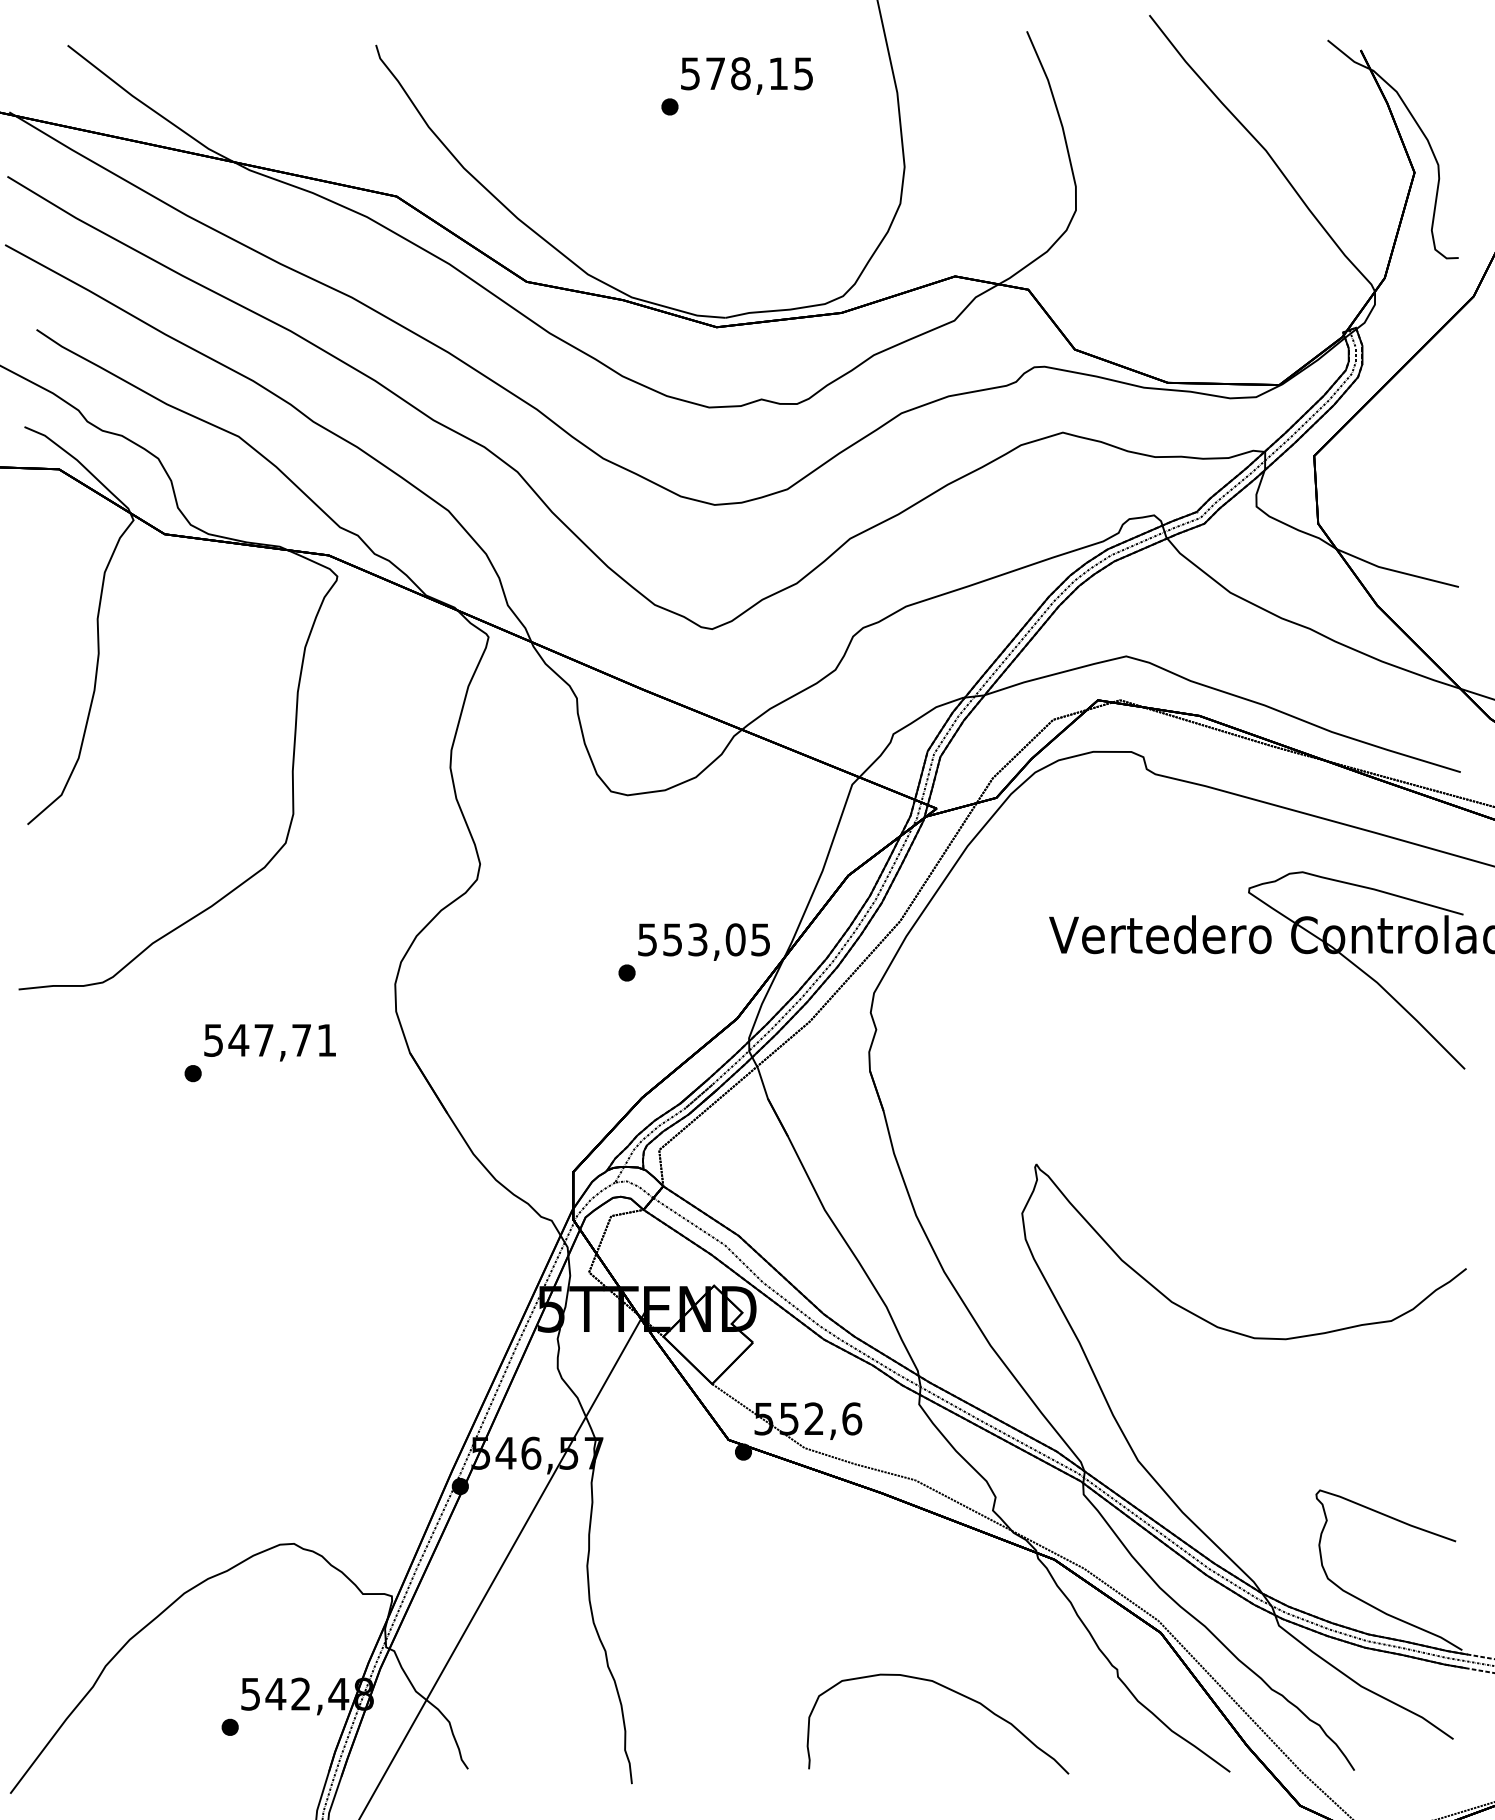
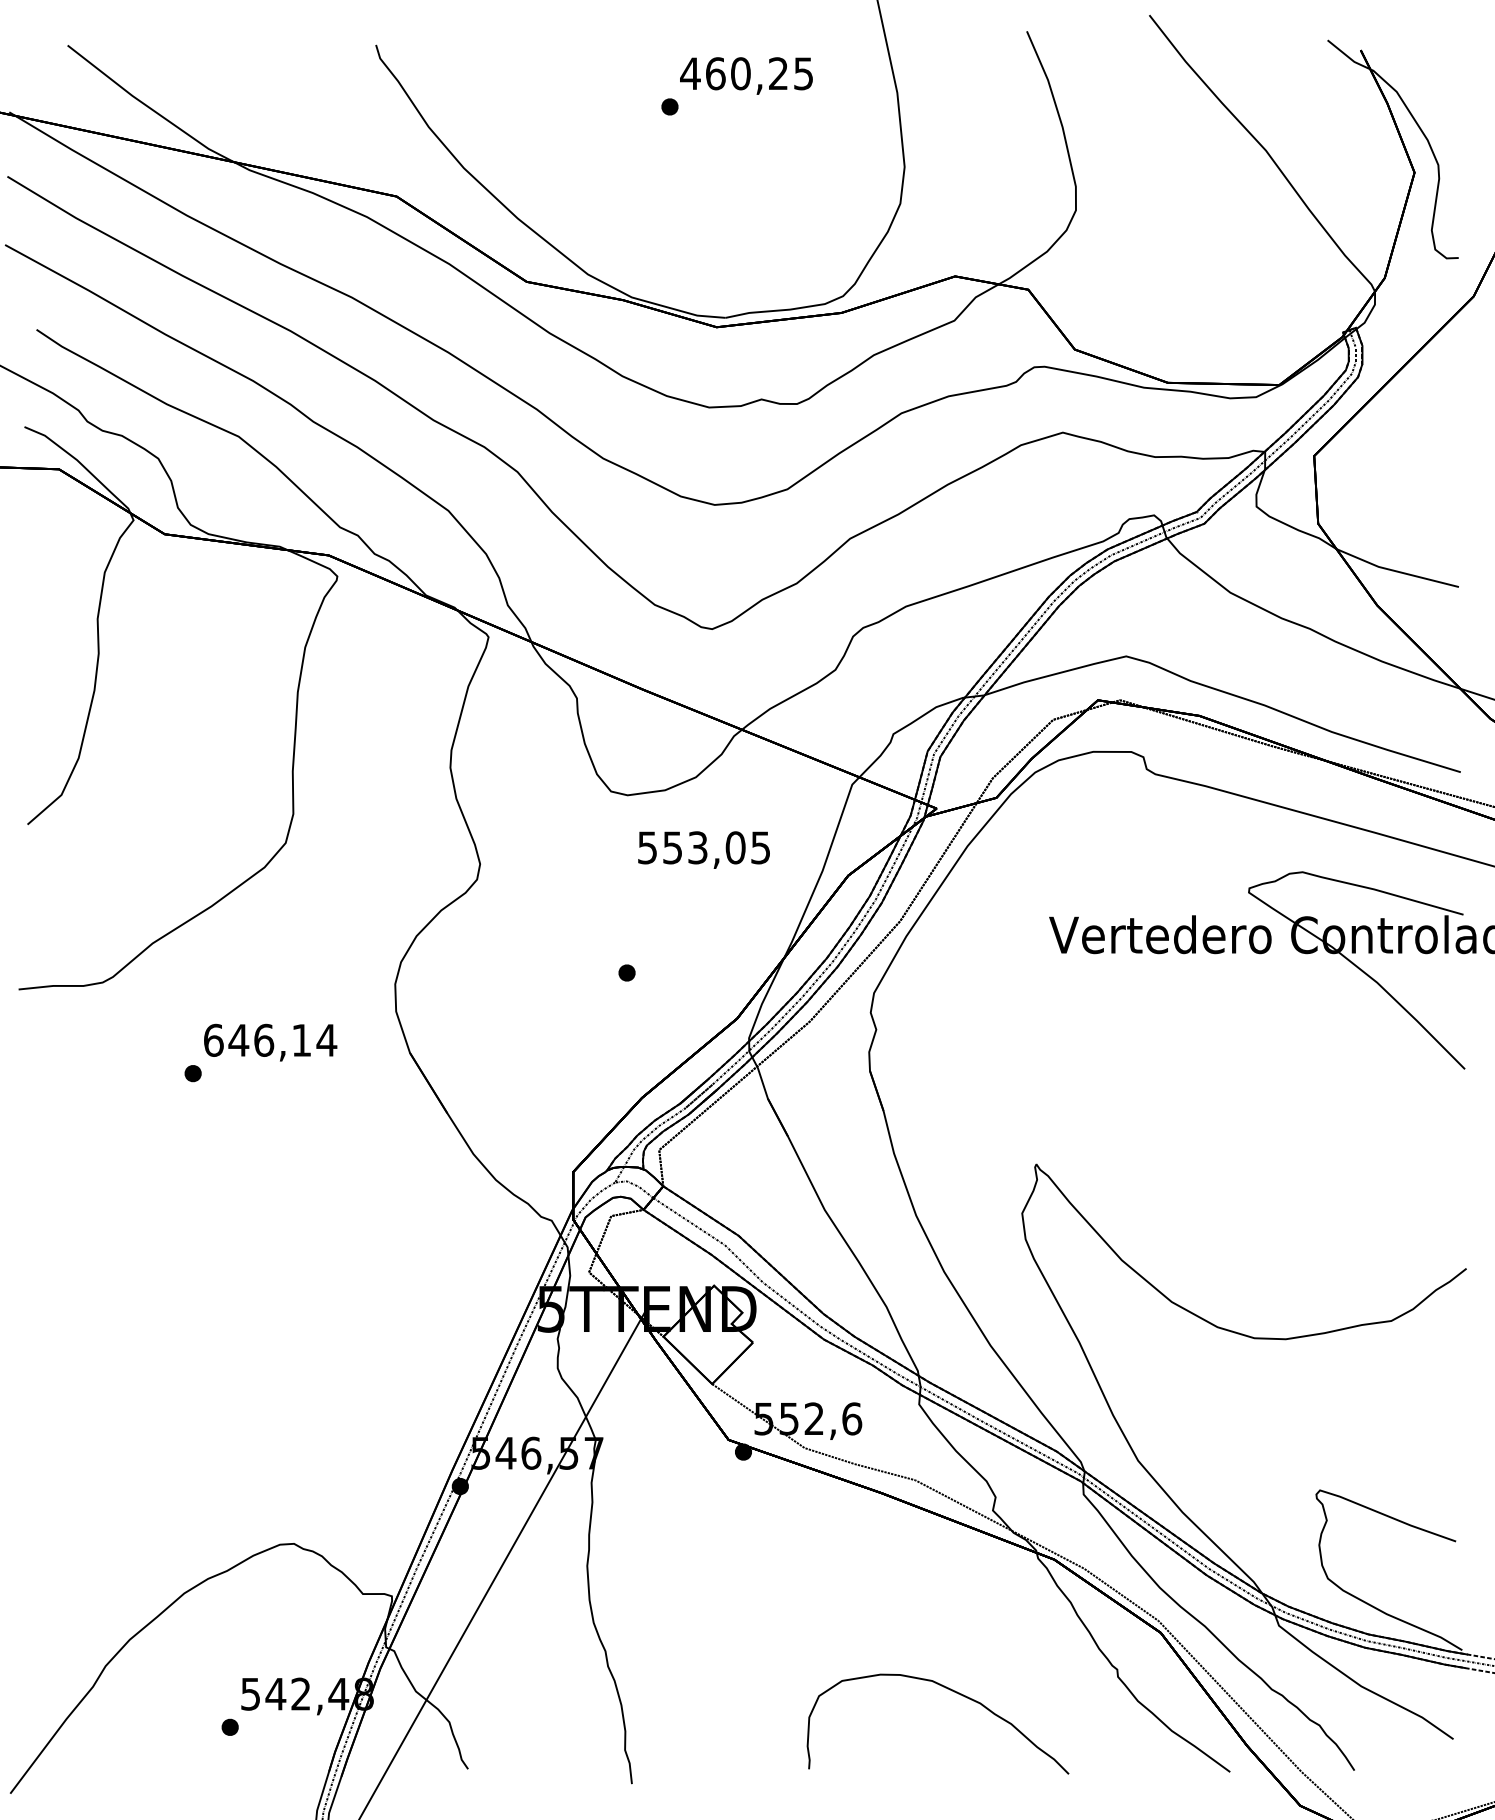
text at (733, 73): 578,15 -> 460,25
text at (703, 941) position: (703, 941) -> (703, 849)
text at (270, 1039): 547,71 -> 646,14
